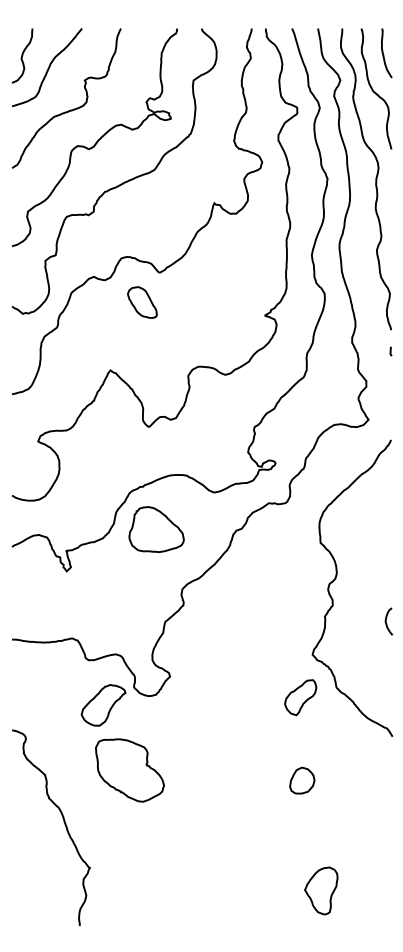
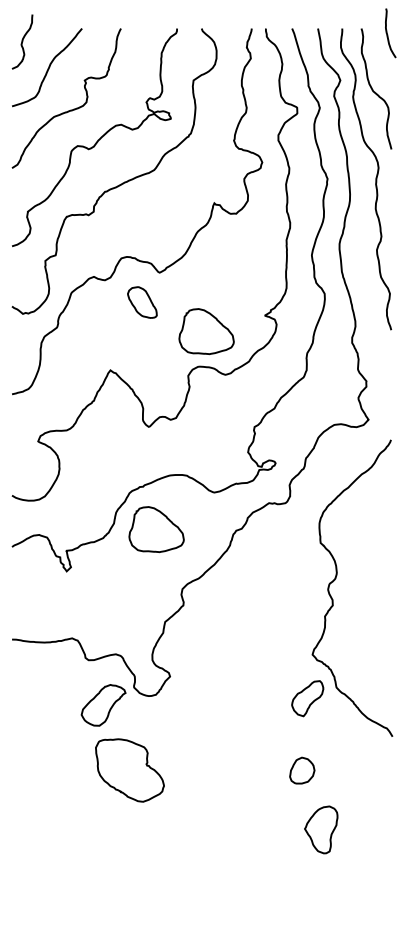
curve at (384, 54) position: (384, 54) -> (388, 34)
curve at (22, 55) position: (22, 55) -> (22, 41)
part at (206, 331): none -> present
line at (390, 351): present -> none
curve at (386, 621): present -> none
part at (300, 697) position: (300, 697) -> (307, 698)
part at (302, 780) position: (302, 780) -> (302, 770)
curve at (63, 822): present -> none
part at (321, 890) position: (321, 890) -> (321, 829)
